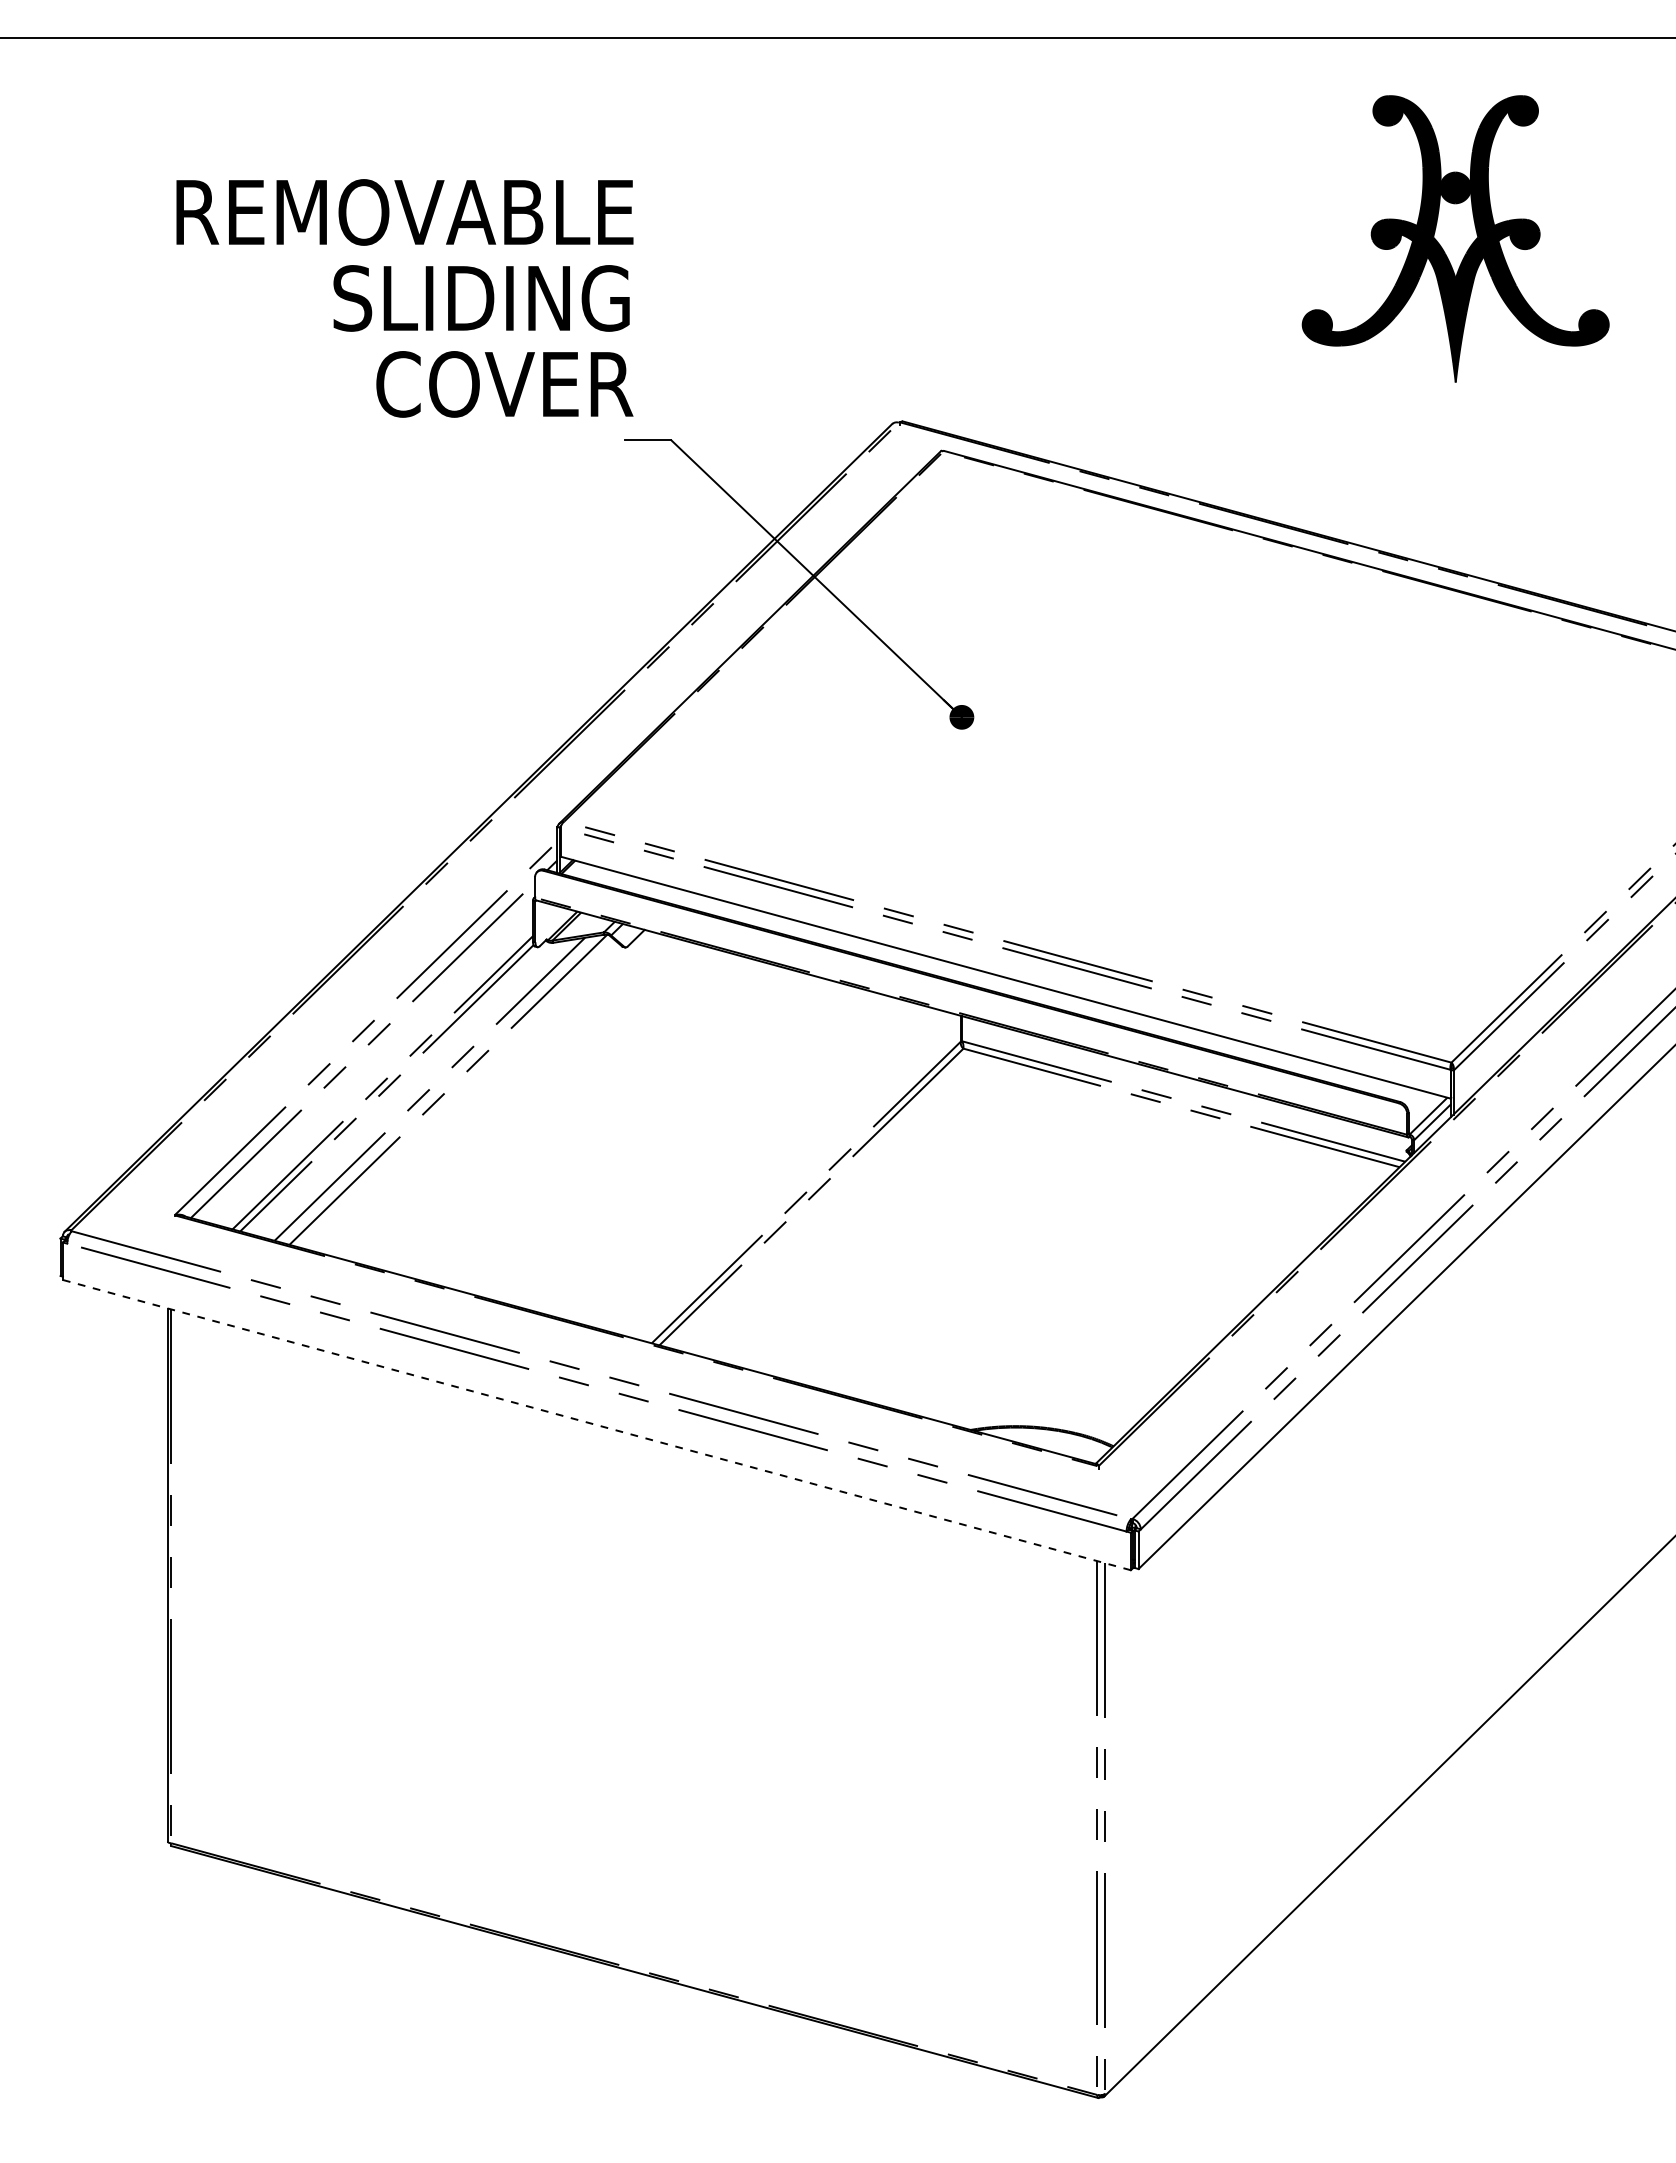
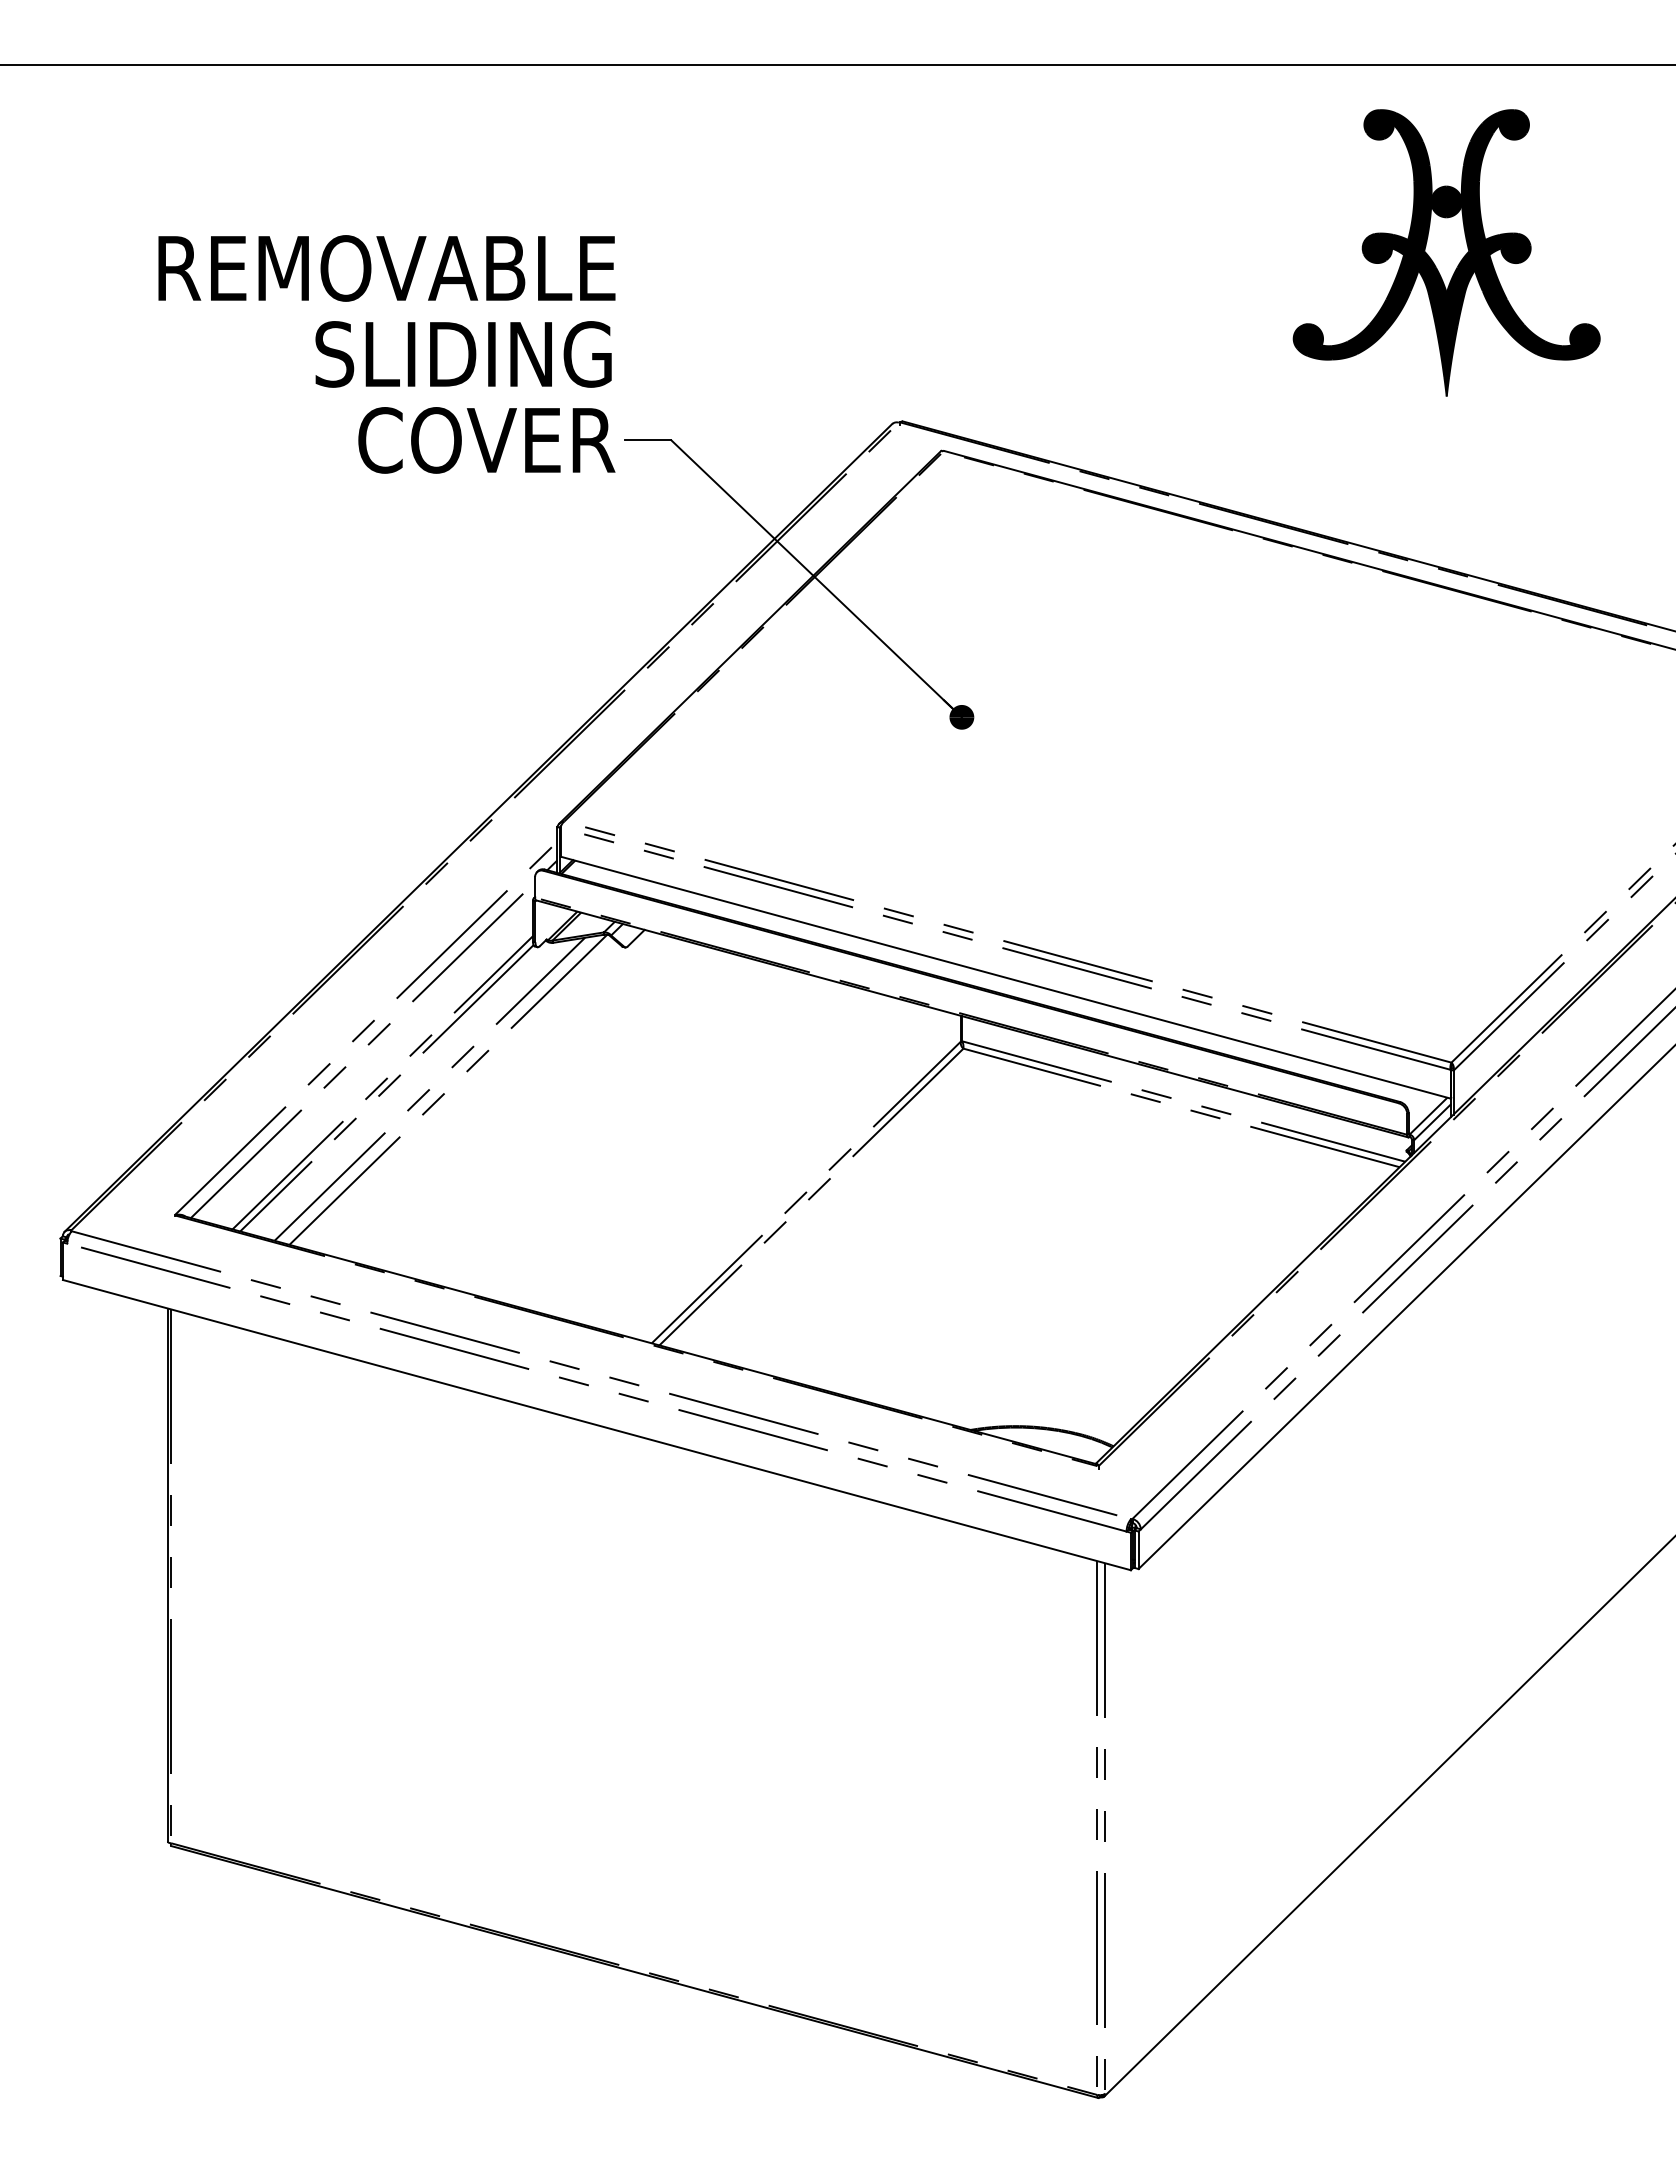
line at (837, 37) position: (837, 37) -> (837, 64)
part at (1455, 238) position: (1455, 238) -> (1446, 252)
text at (404, 298) position: (404, 298) -> (386, 354)
line at (596, 1424): dashed -> solid
